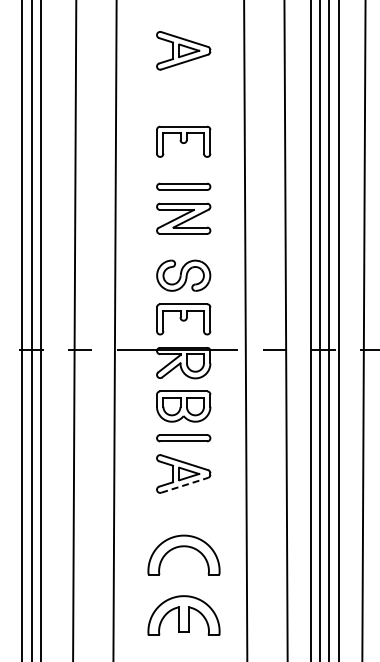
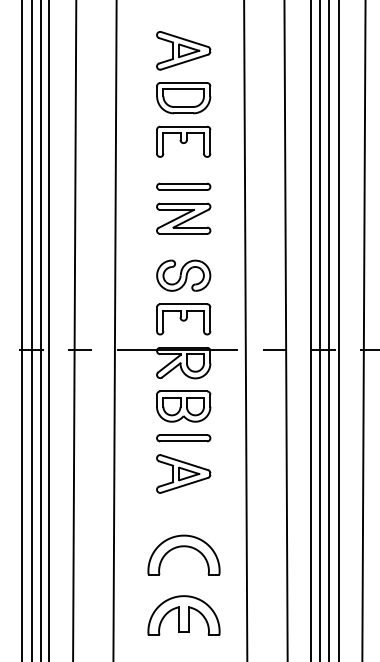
part at (183, 98): none -> present
line at (49, 330): none -> present
line at (184, 485): dashed -> solid
